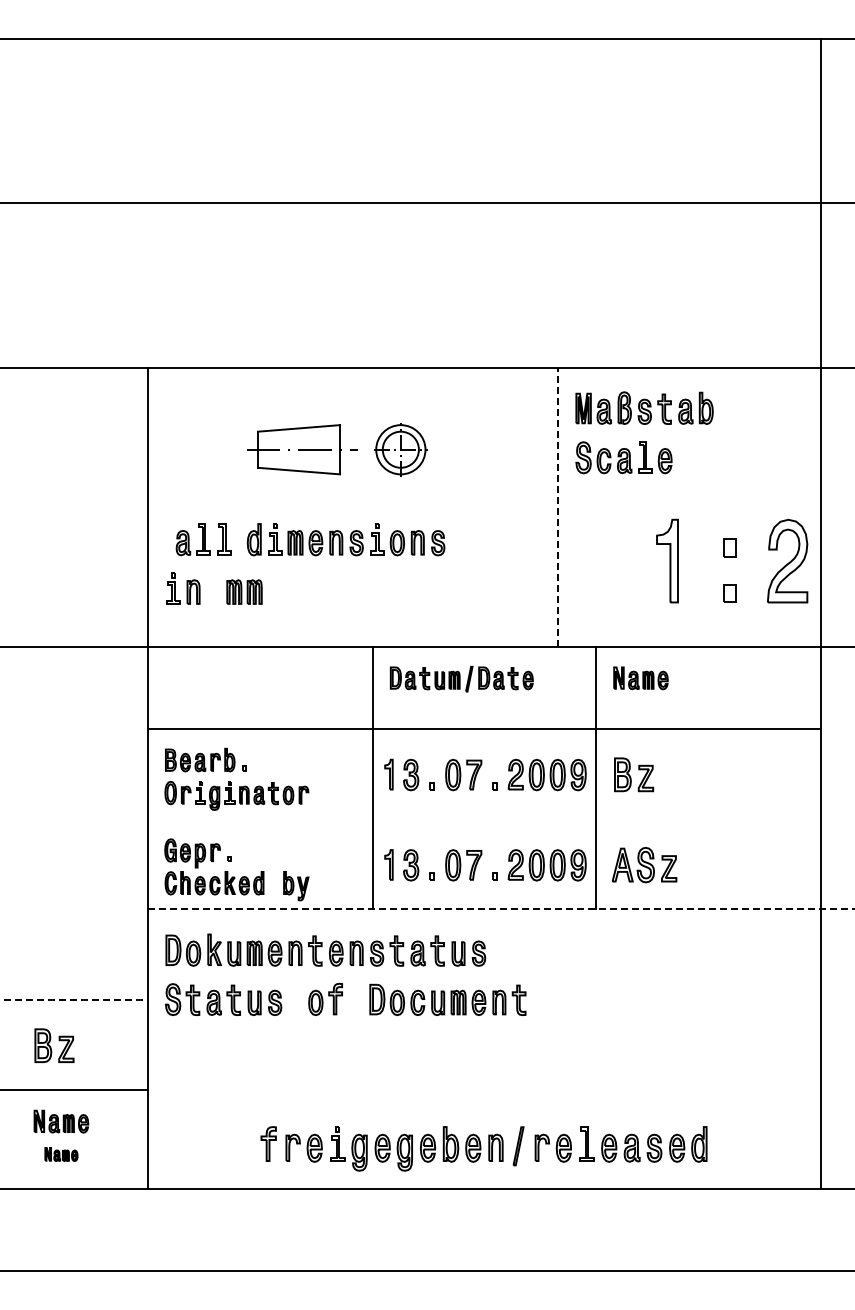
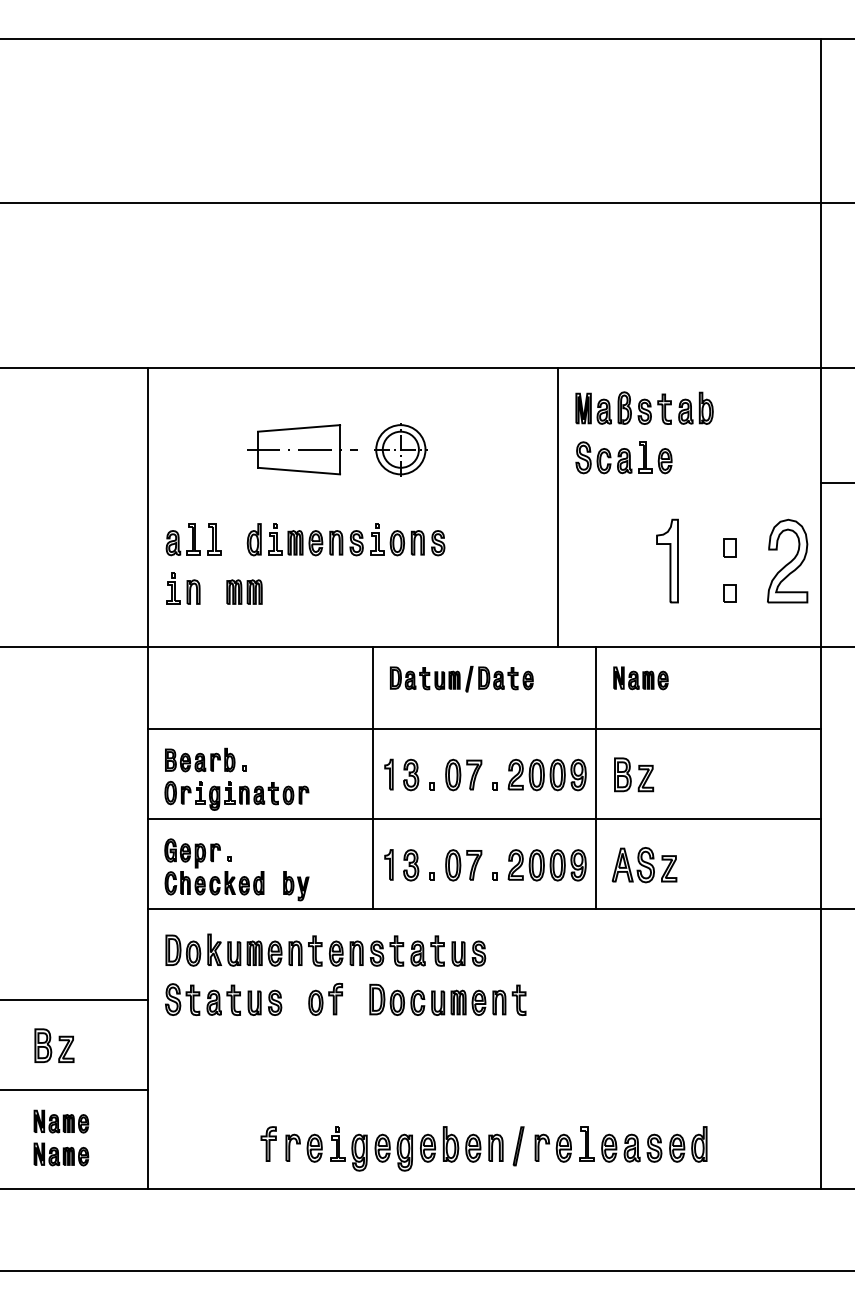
line at (836, 482): none -> present
line at (558, 507): dashed -> solid
part at (203, 539) position: (203, 539) -> (193, 539)
line at (484, 819): none -> present
line at (501, 909): dashed -> solid
line at (74, 999): dashed -> solid
part at (61, 1154) size: 35x15 px -> 57x25 px
